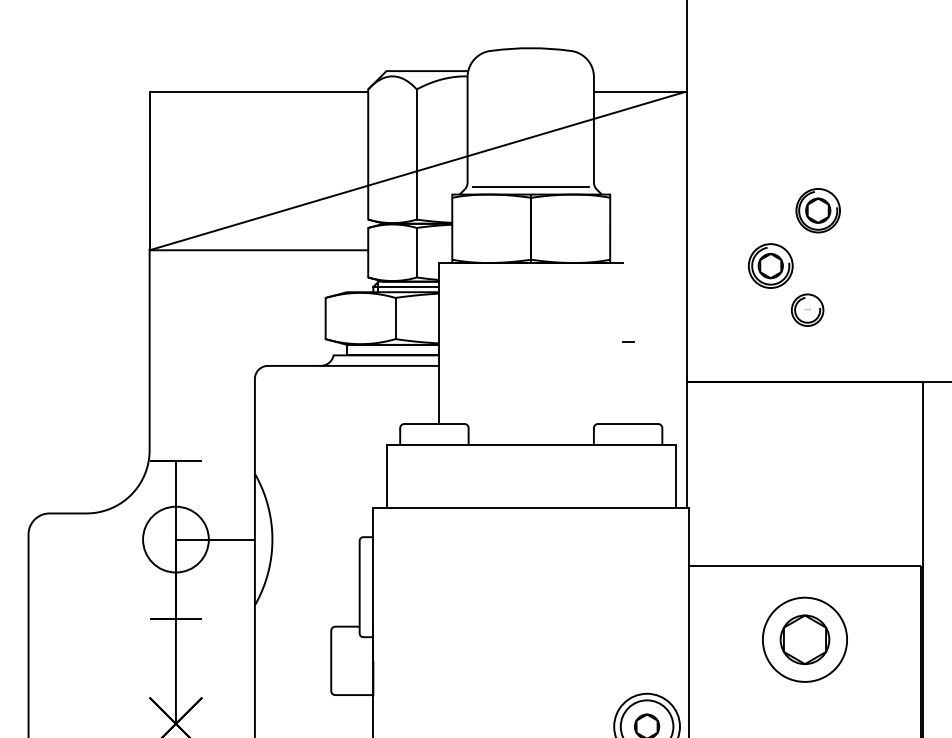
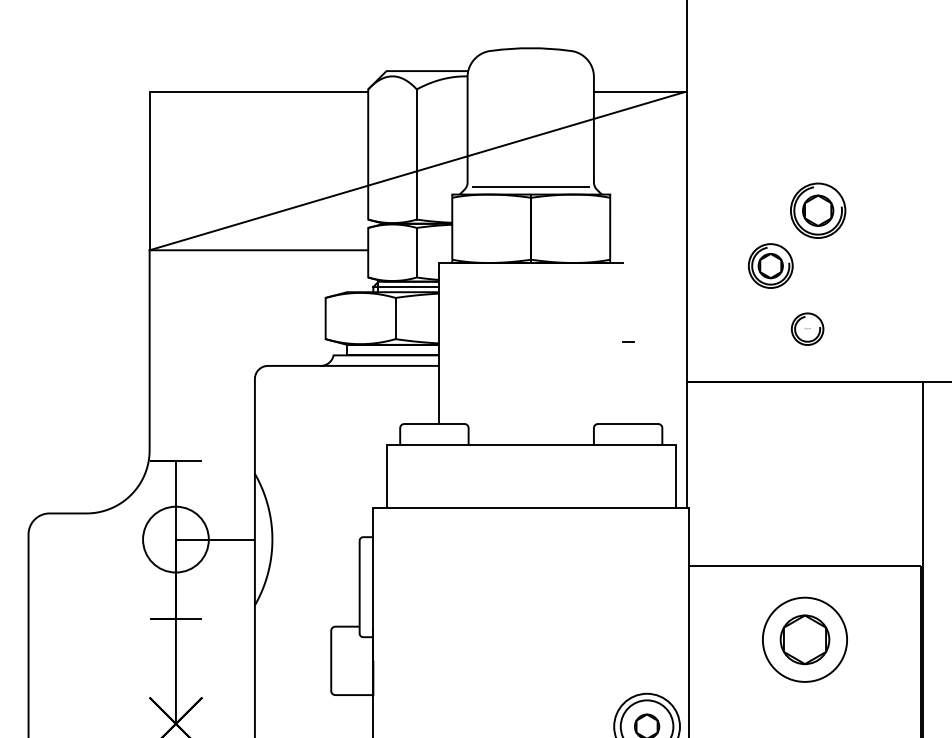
part at (817, 210) size: 46x46 px -> 57x57 px
part at (807, 309) position: (807, 309) -> (807, 328)
